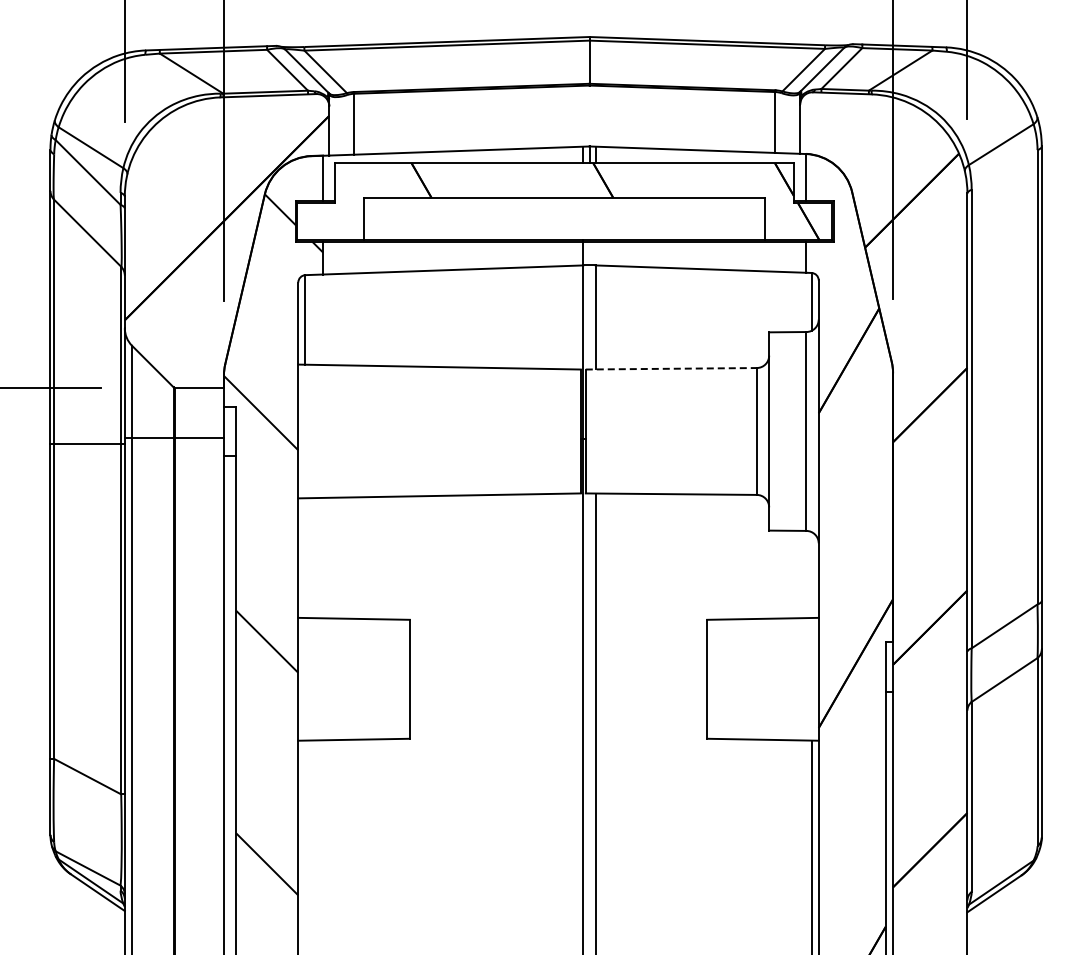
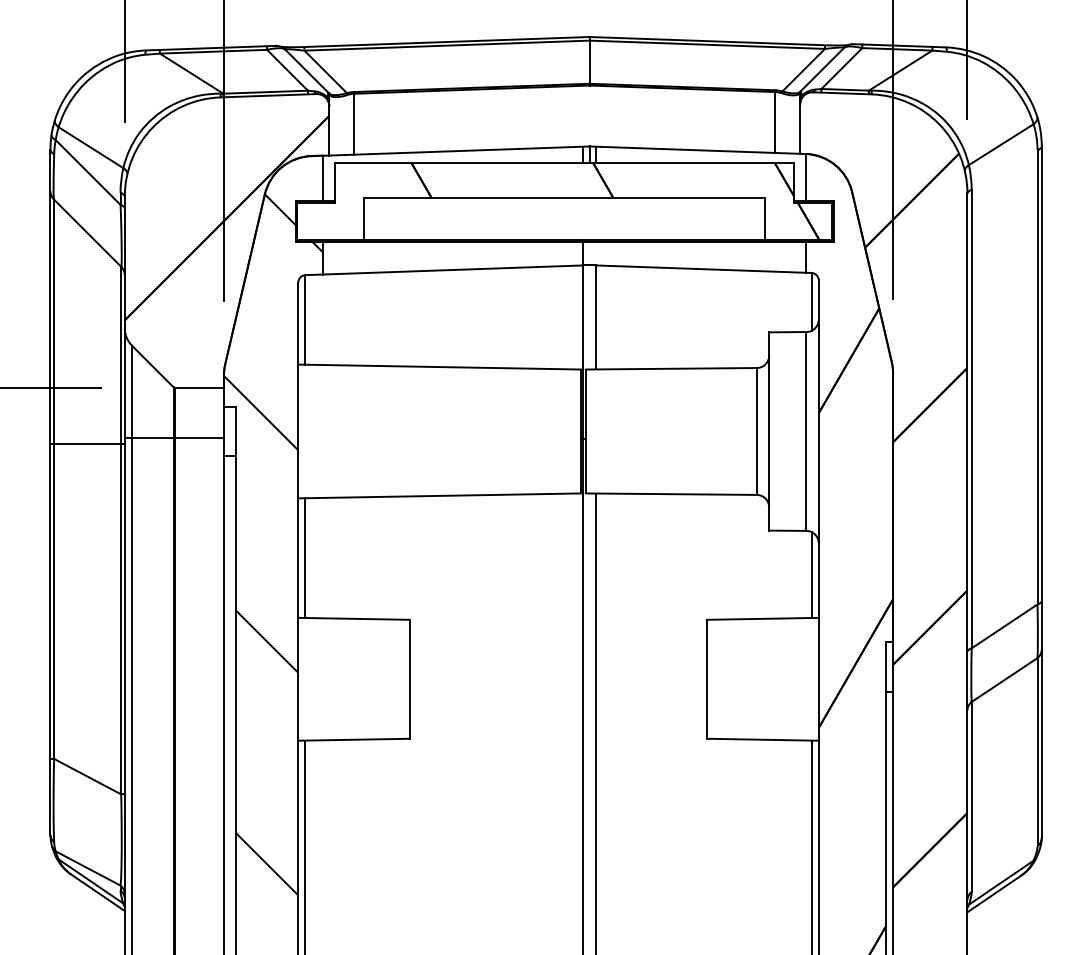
line at (671, 368): dashed -> solid
line at (305, 558): none -> present
line at (811, 575): none -> present
line at (305, 845): none -> present
